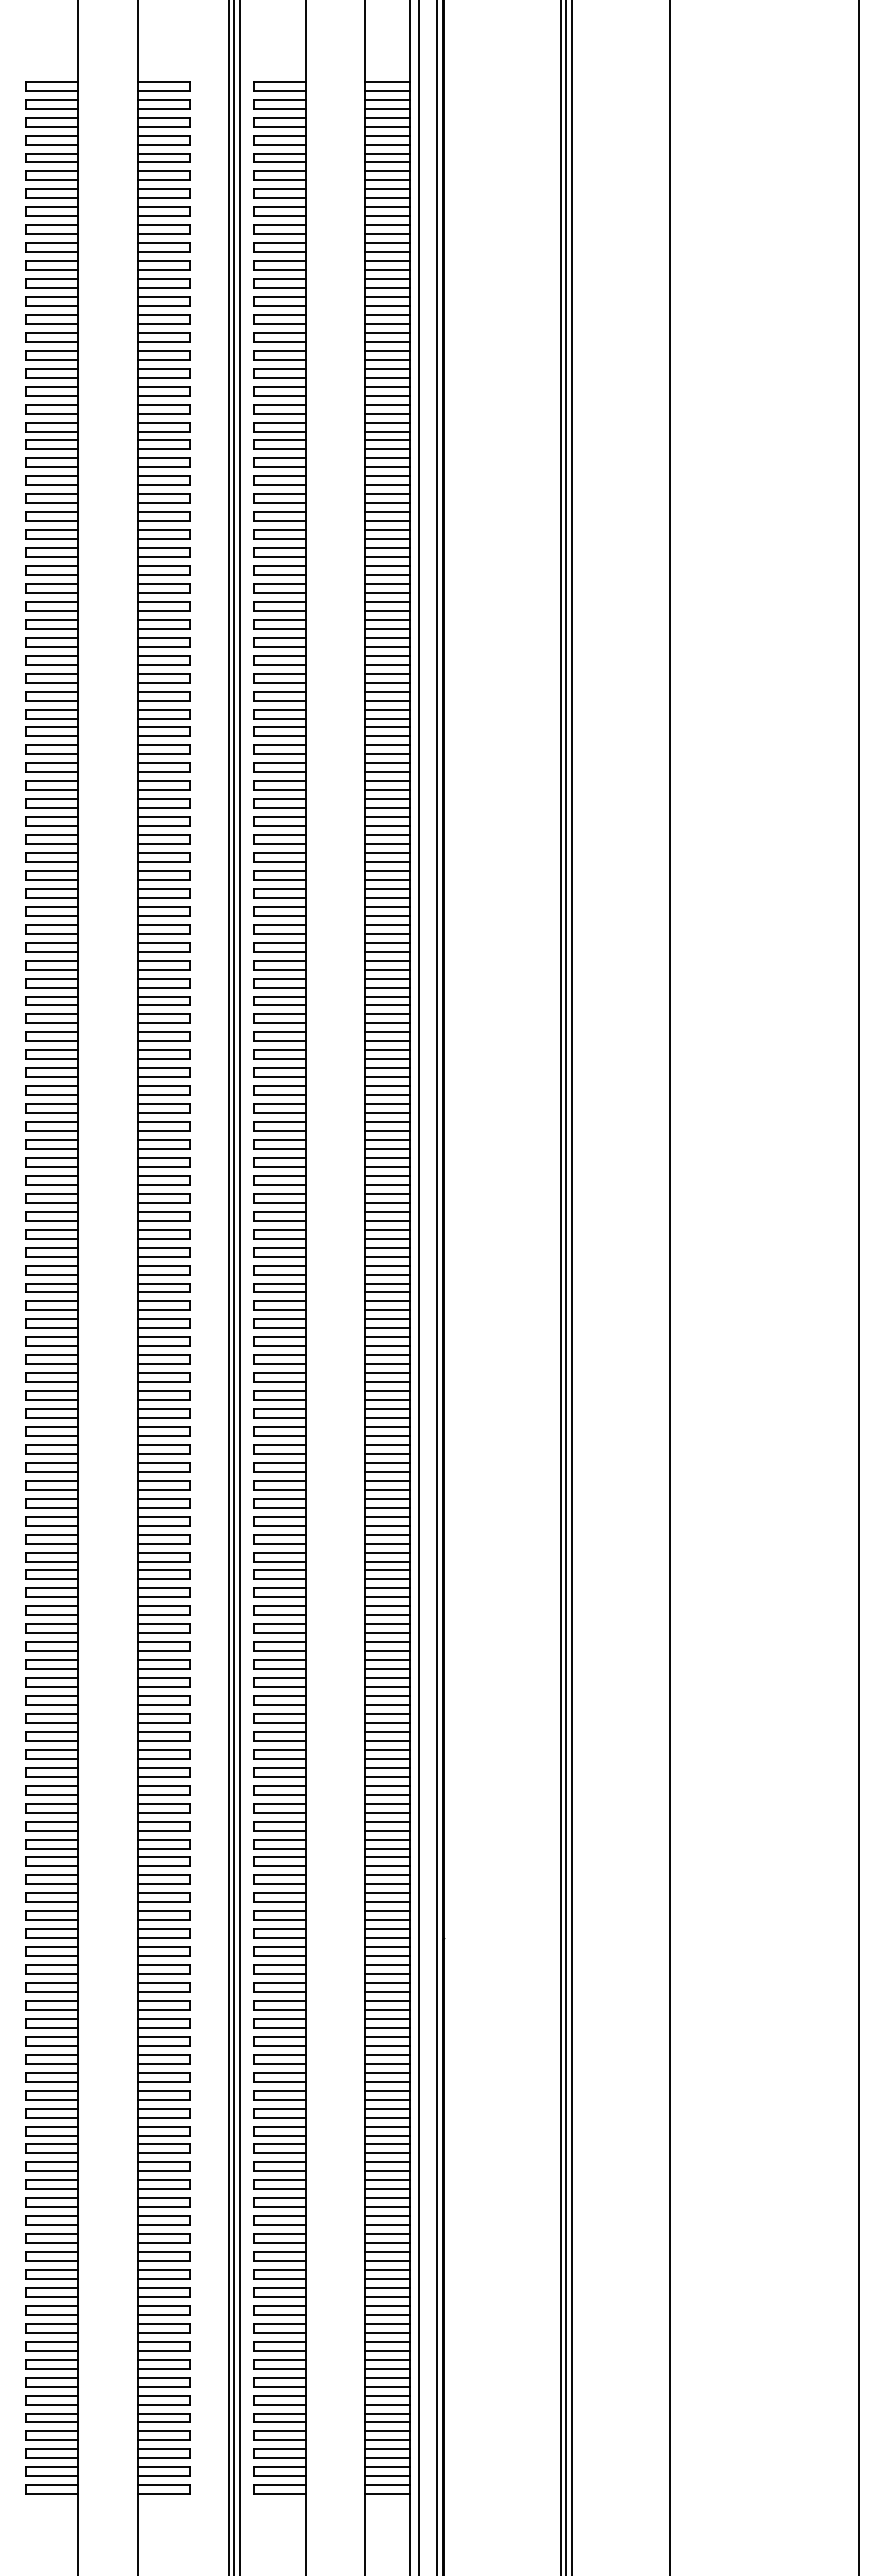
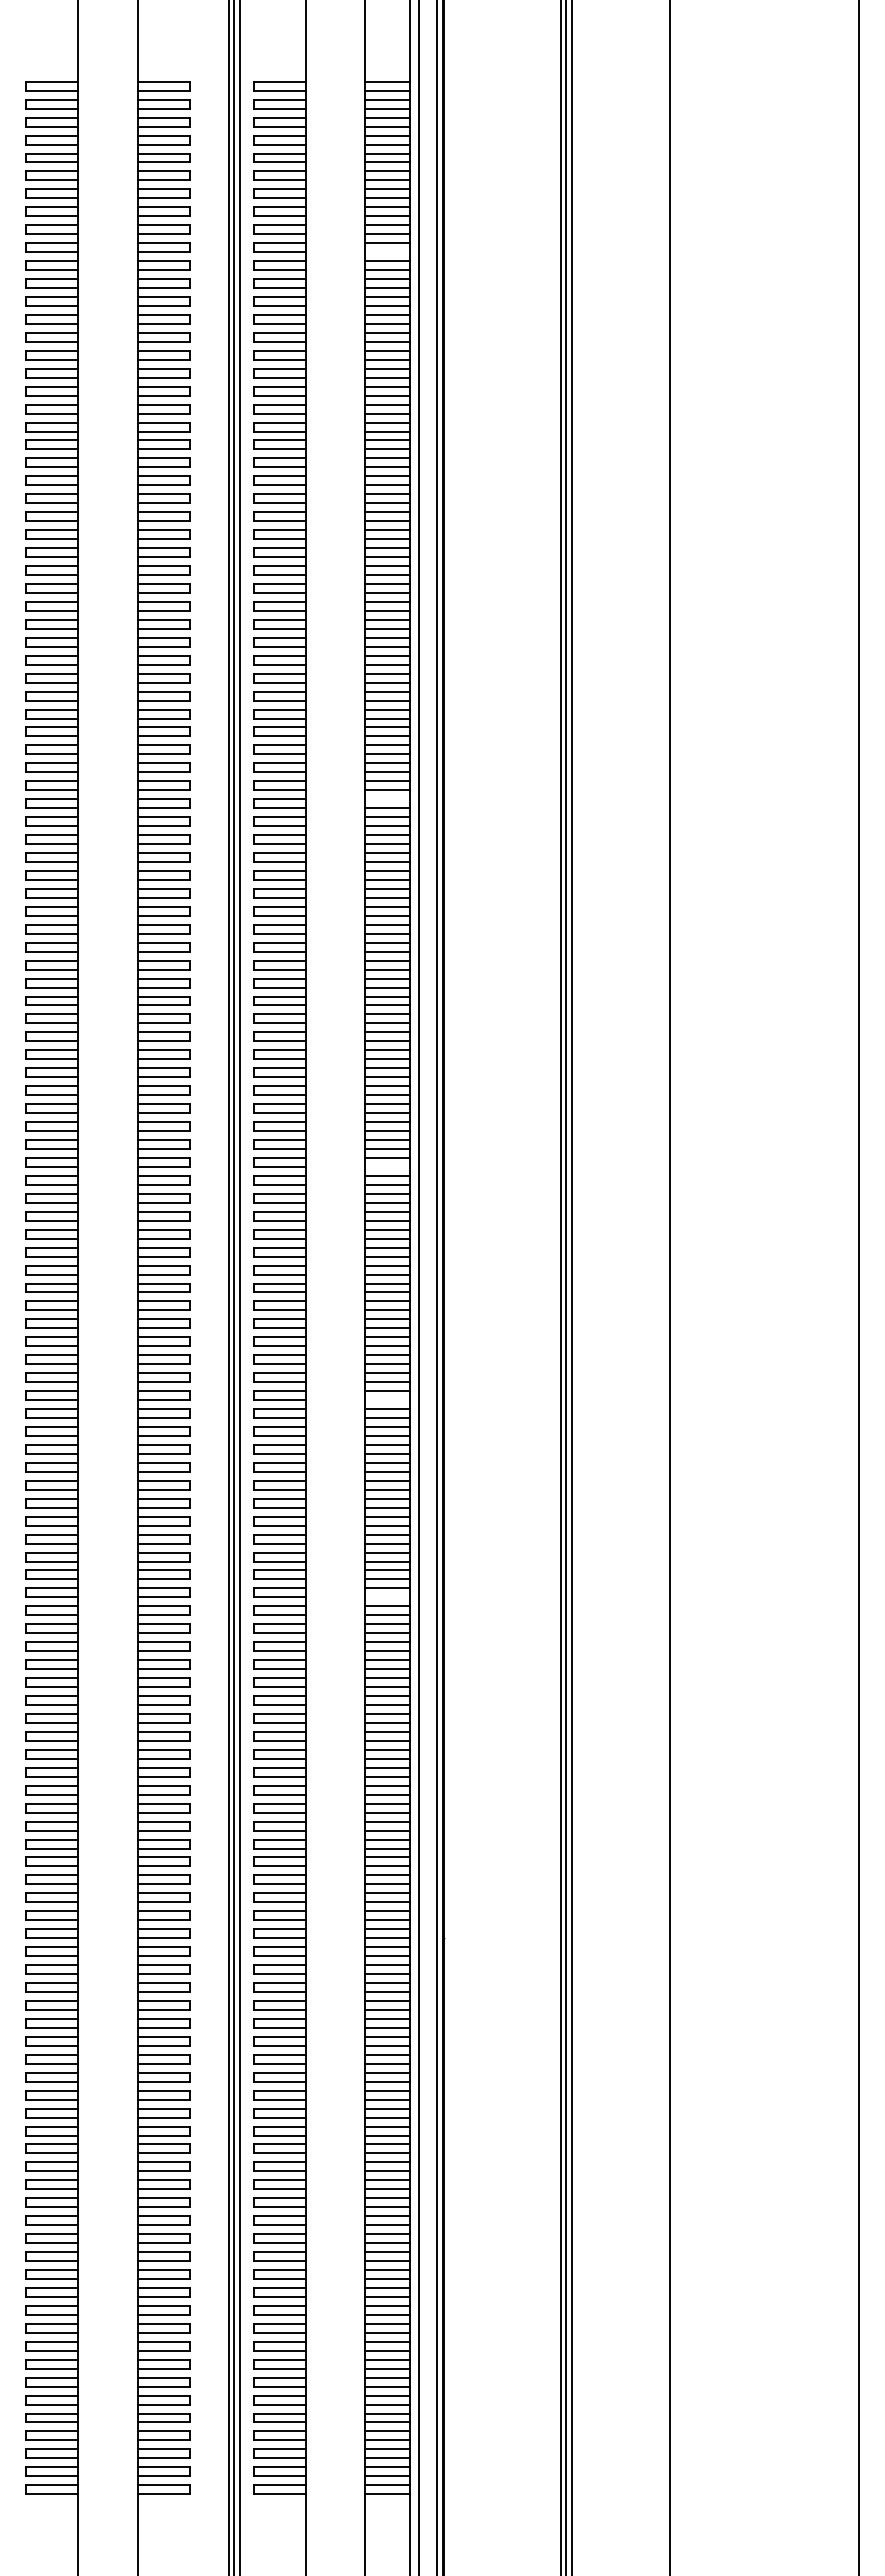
line at (387, 252): present -> none
line at (387, 799): present -> none
line at (387, 1166): present -> none
line at (387, 1400): present -> none
line at (387, 1597): present -> none
